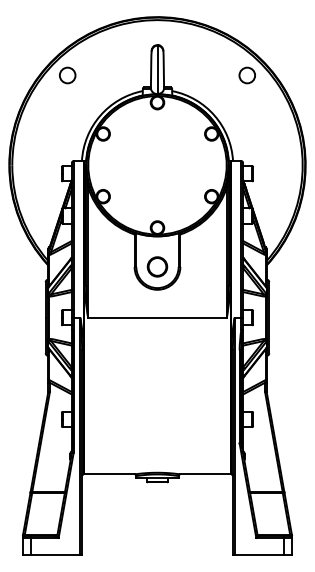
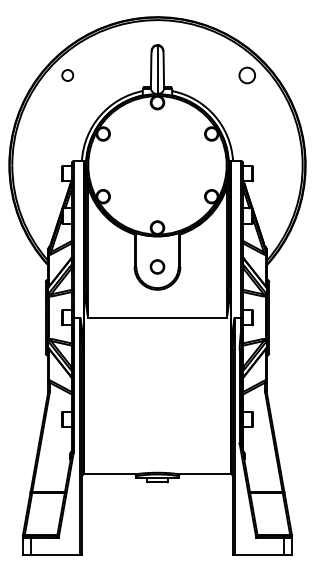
circle at (67, 75) size: 18x19 px -> 14x13 px
part at (157, 266) size: 23x22 px -> 17x16 px
